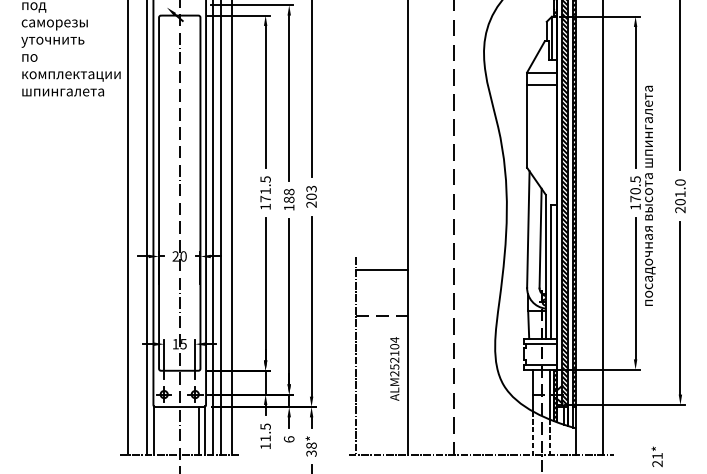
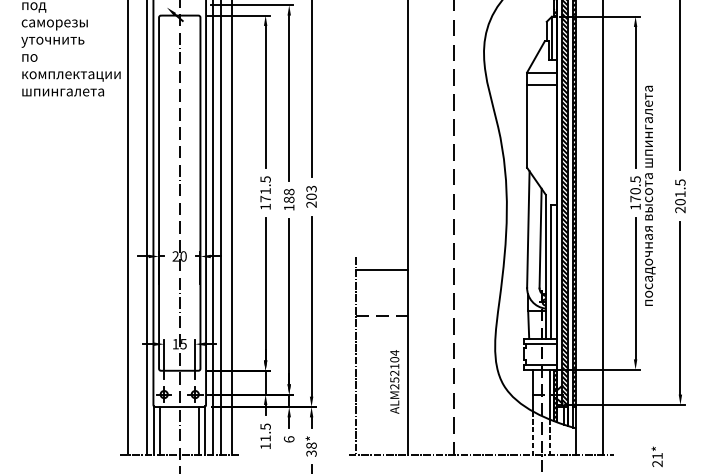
text at (680, 182): 201.0 -> 201.5
text at (394, 368) position: (394, 368) -> (394, 381)
line at (160, 430): none -> present
